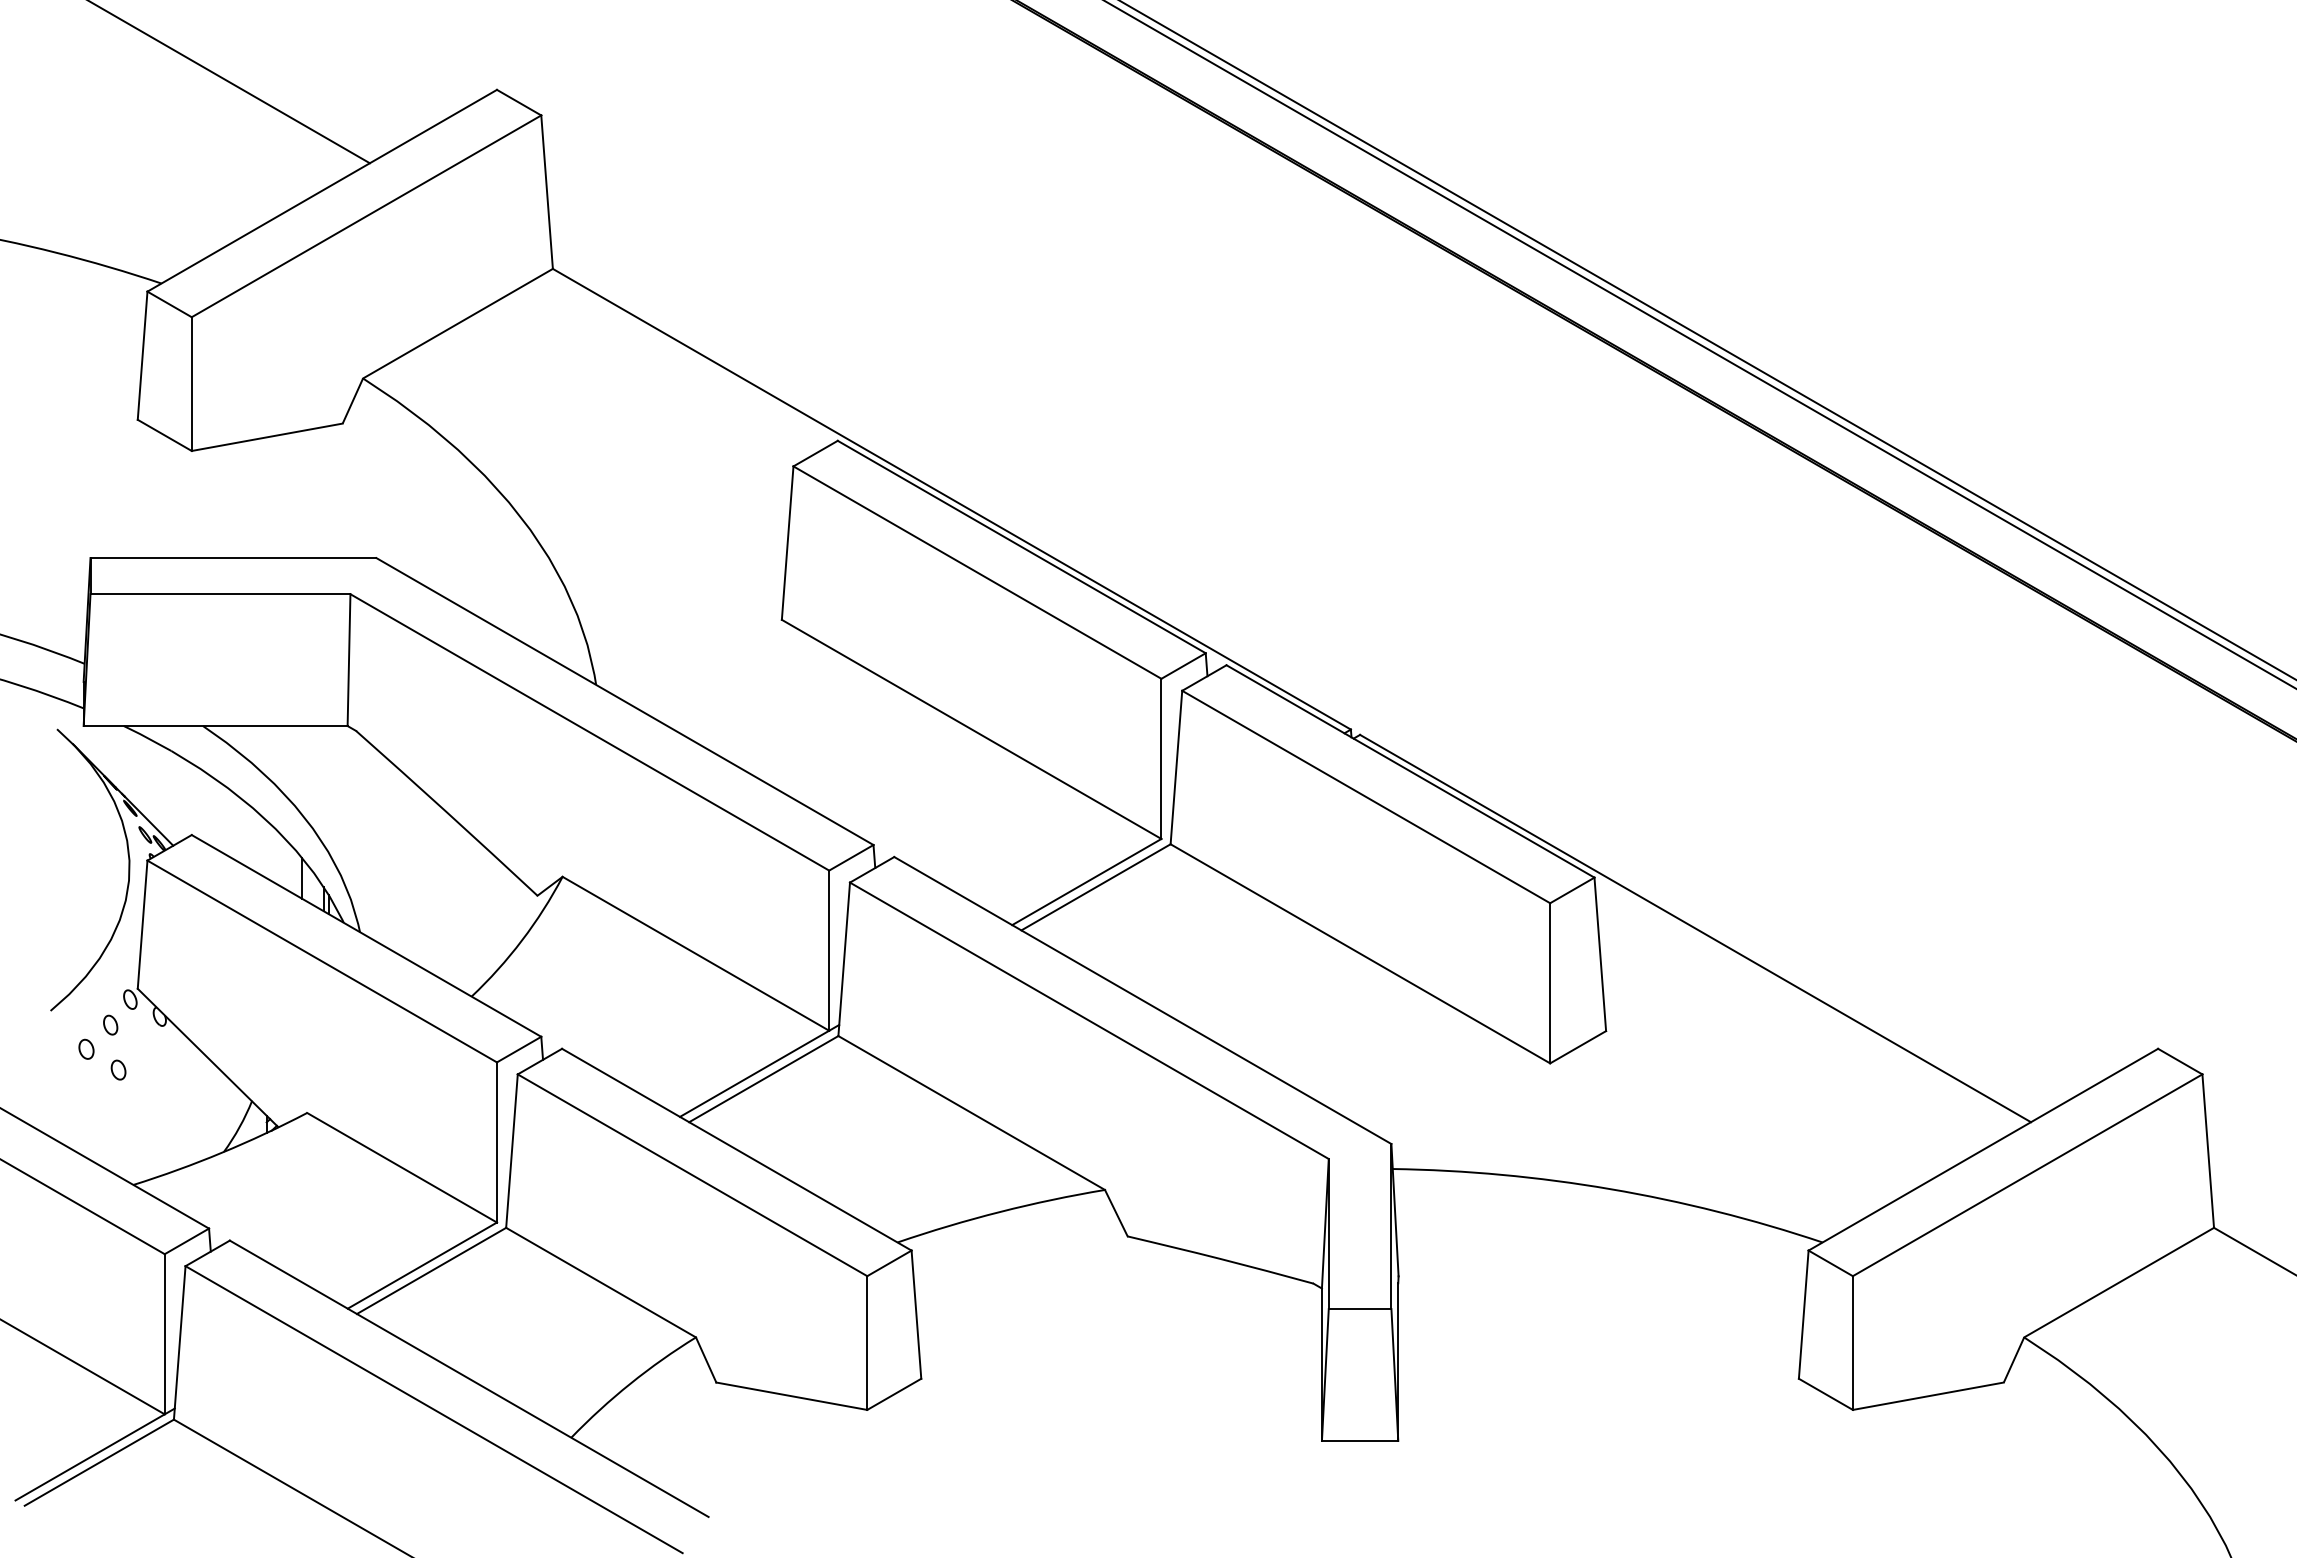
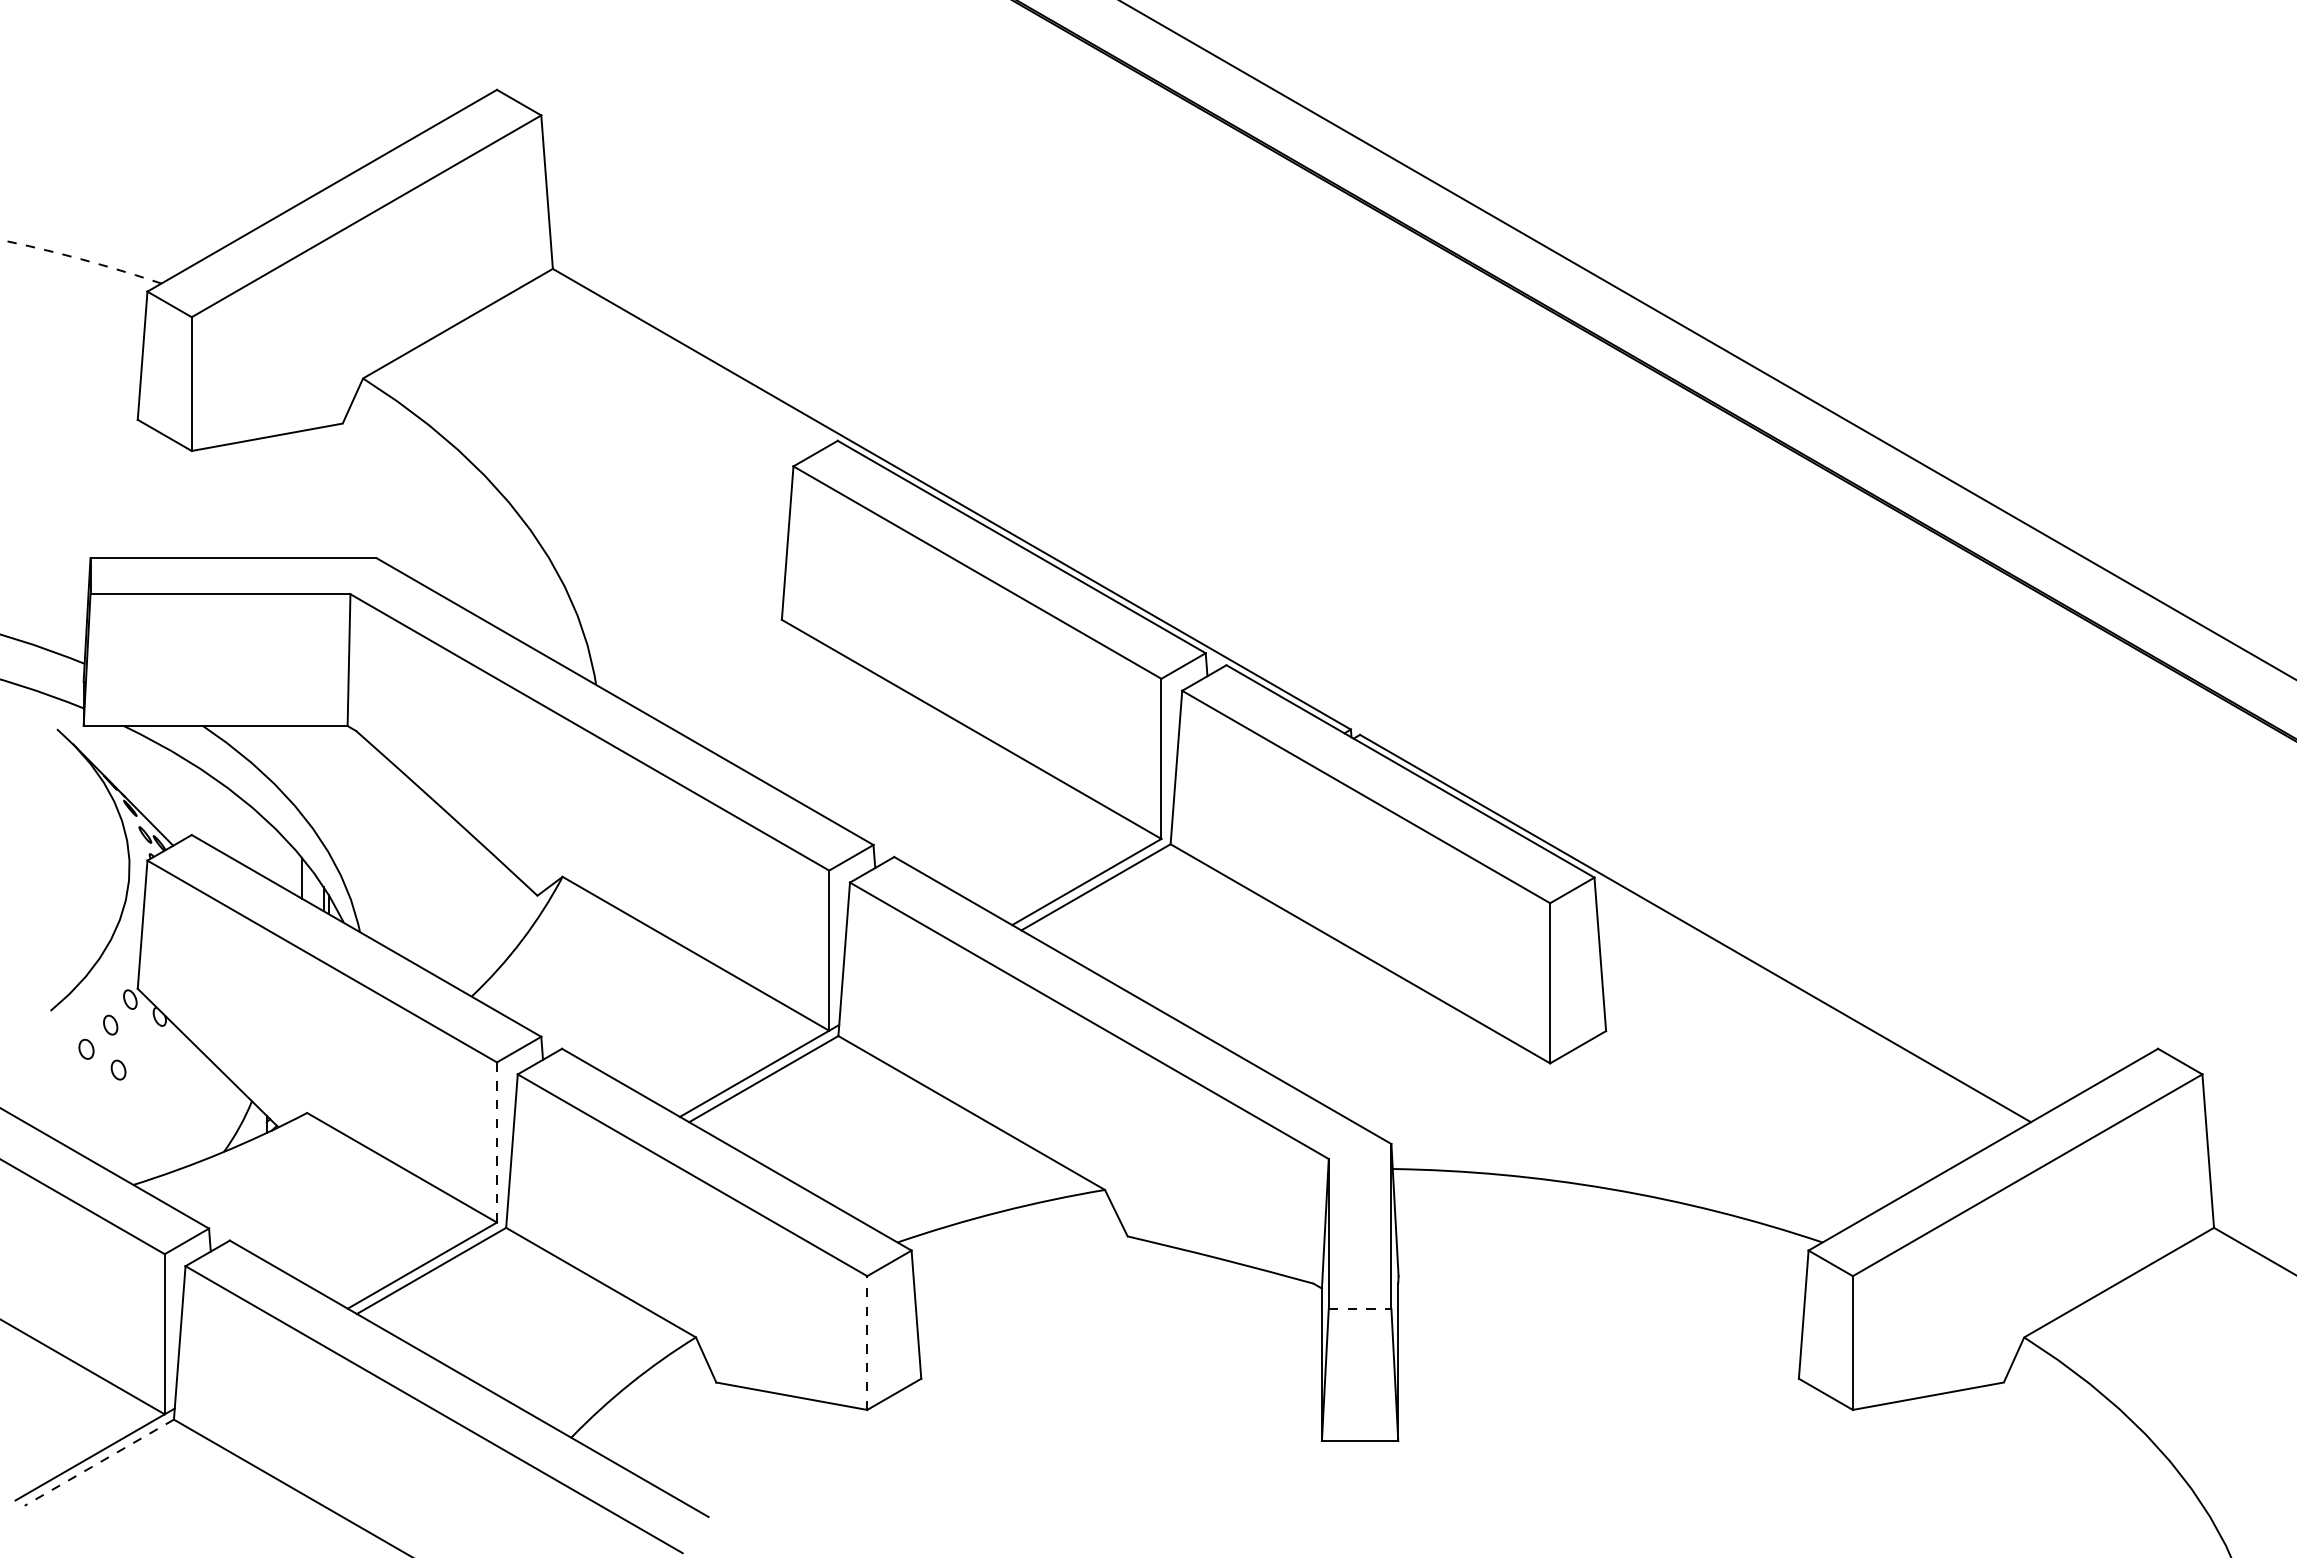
line at (229, 82): present -> none
arc at (80, 259): solid -> dashed
line at (1699, 344): present -> none
line at (496, 1142): solid -> dashed
line at (1360, 1309): solid -> dashed
line at (867, 1343): solid -> dashed
line at (98, 1462): solid -> dashed
